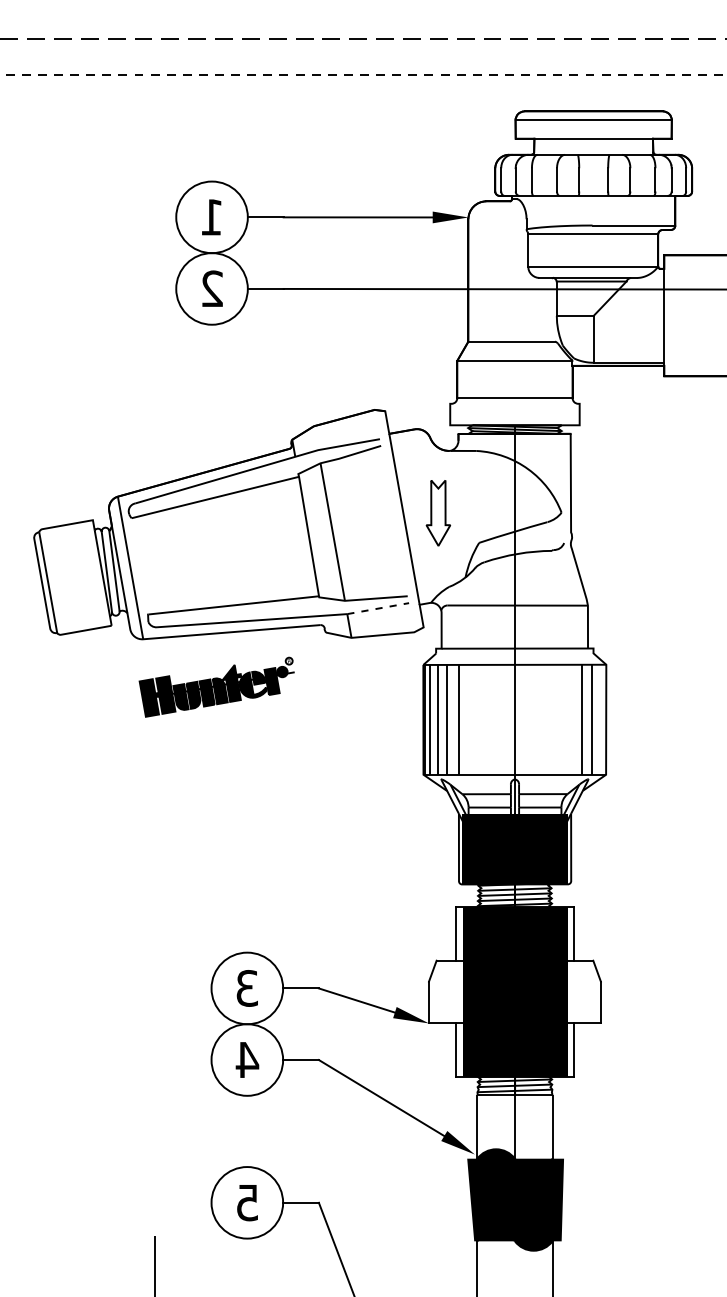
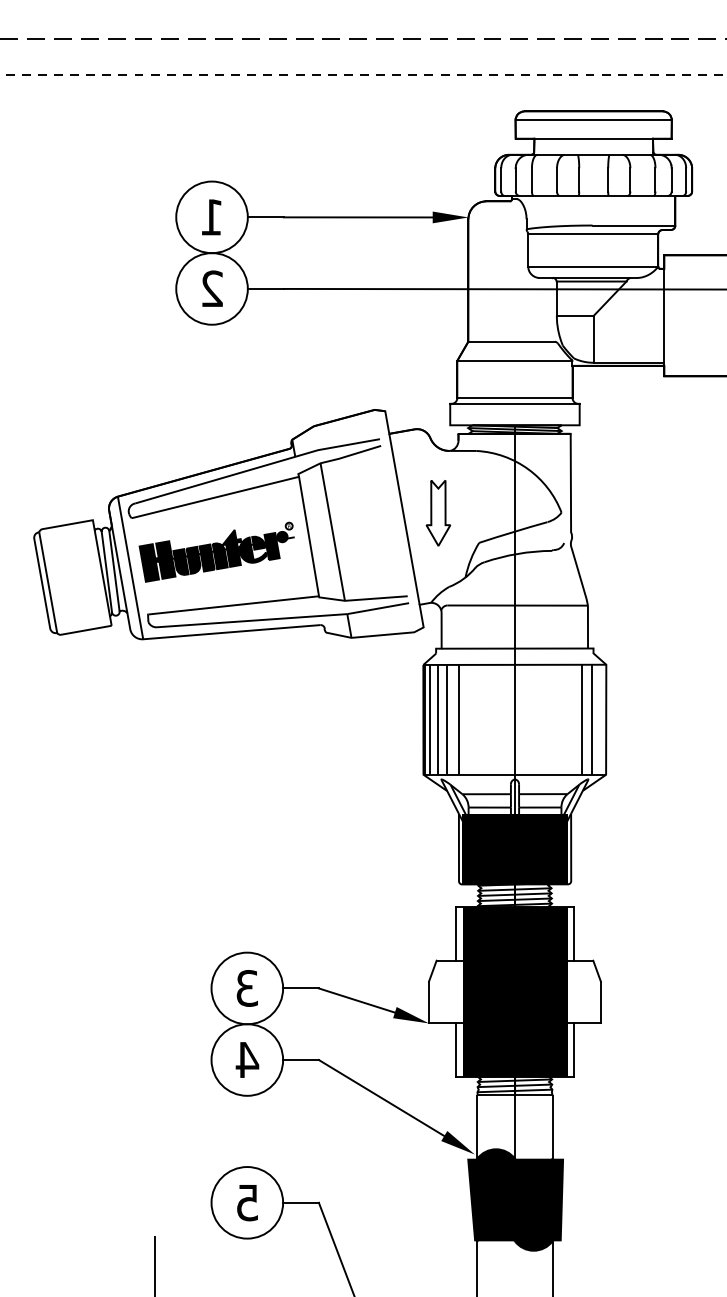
line at (514, 403): none -> present
line at (378, 608): dashed -> solid
part at (216, 686) position: (216, 686) -> (216, 551)
